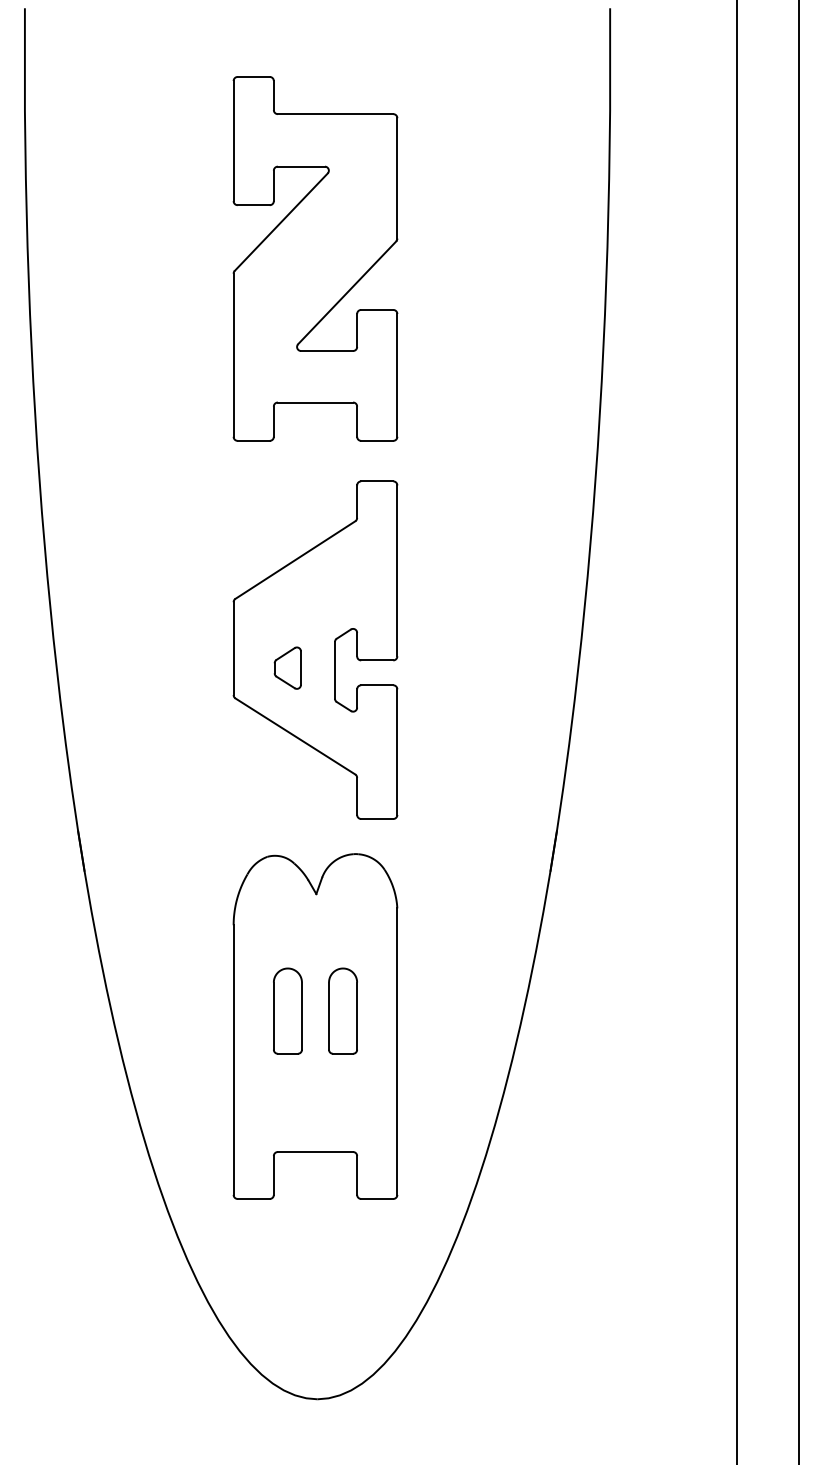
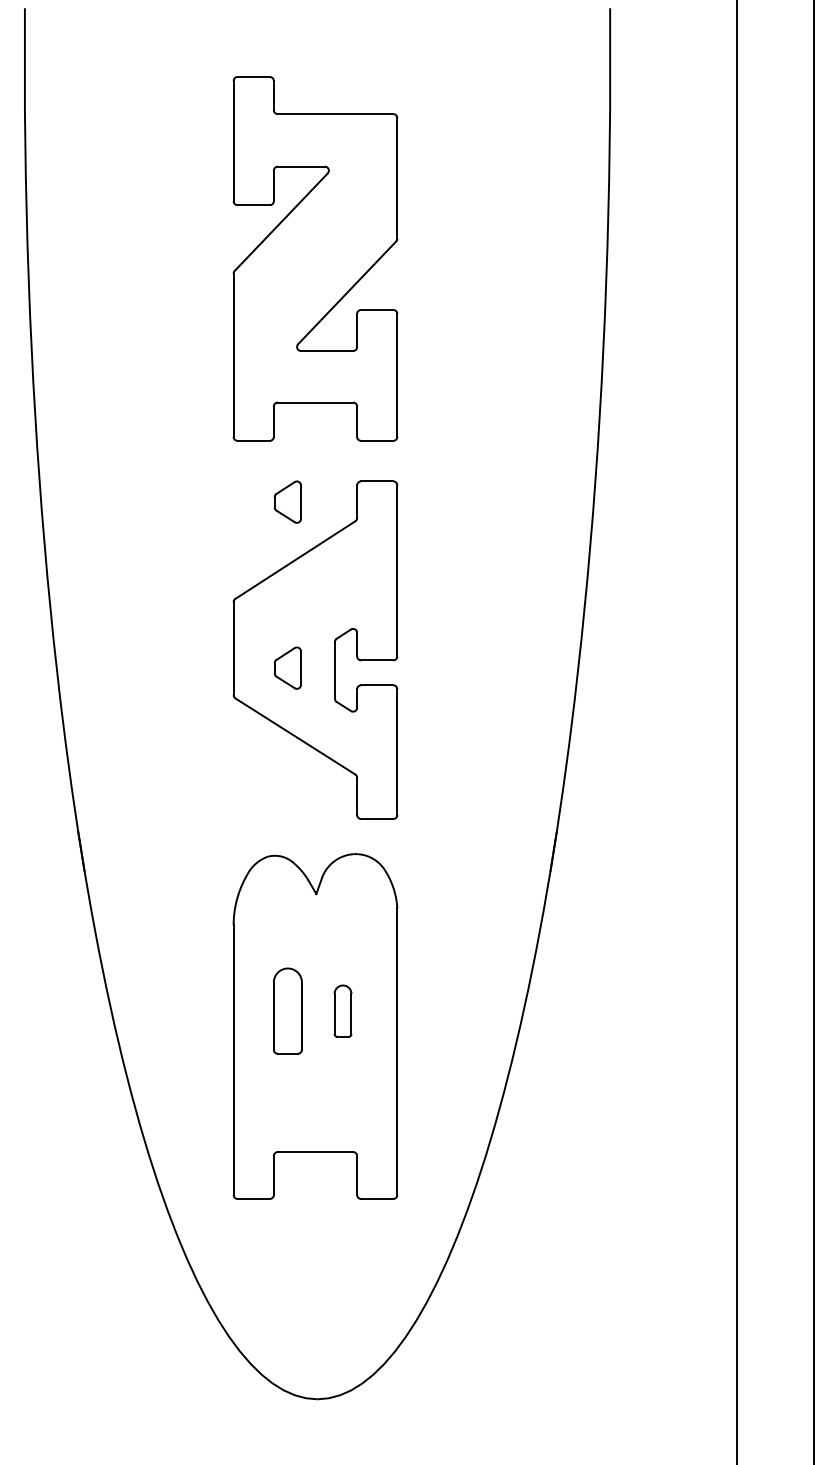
part at (287, 501): none -> present
line at (799, 731) position: (799, 731) -> (814, 731)
part at (342, 1010) size: 30x88 px -> 20x54 px
